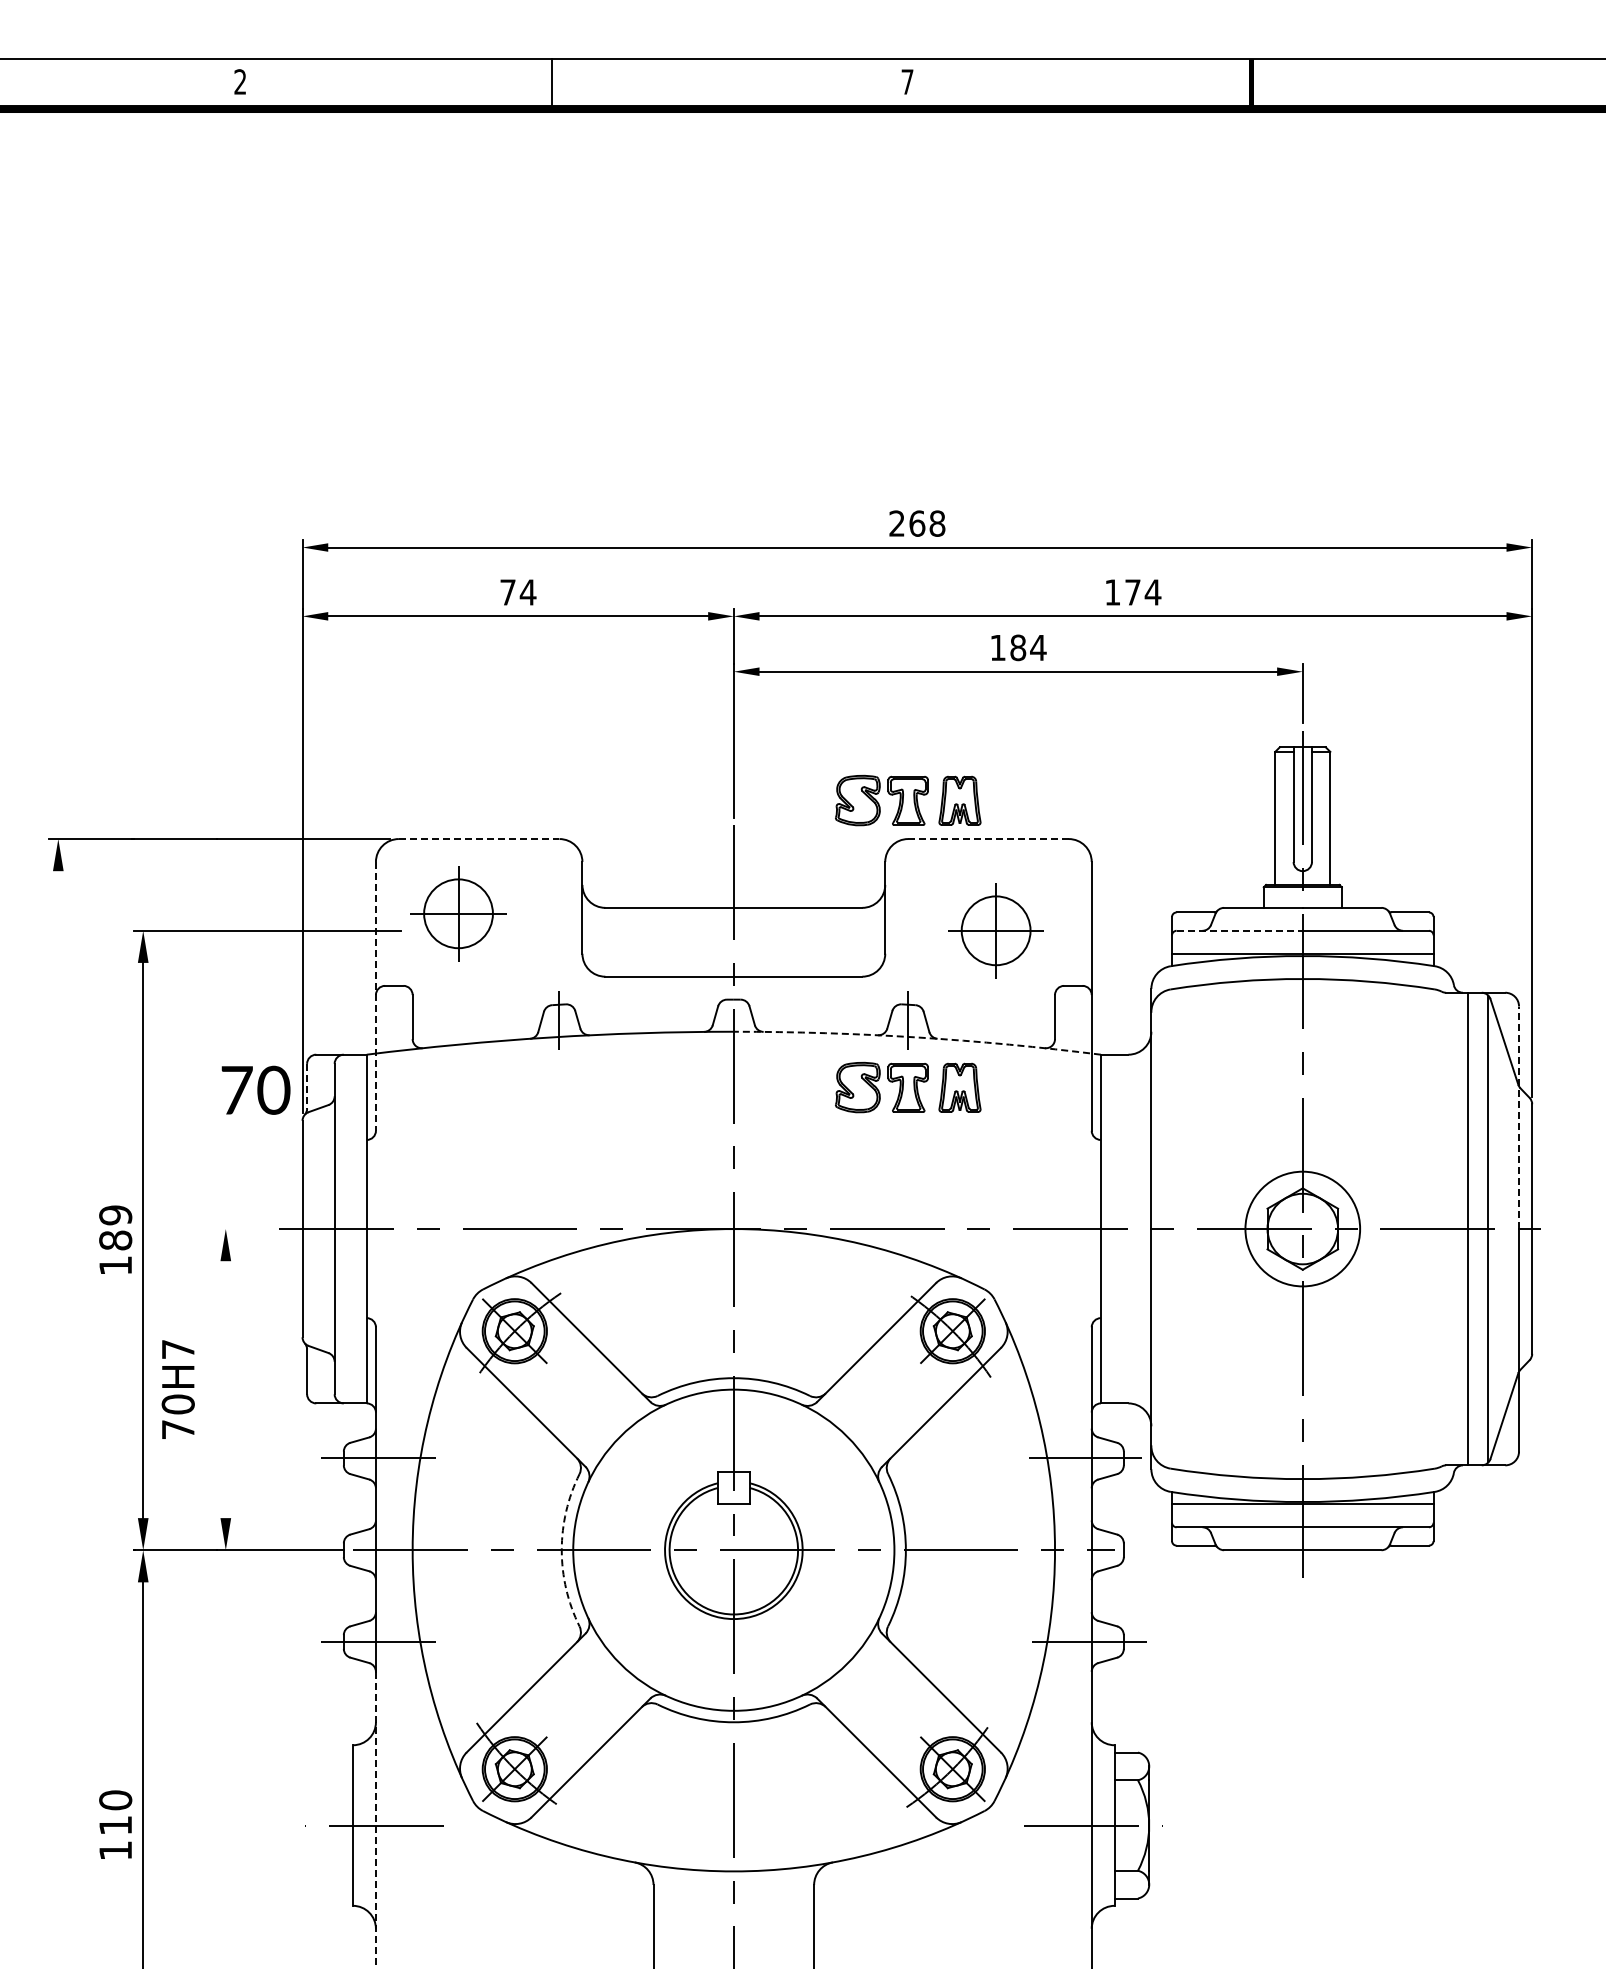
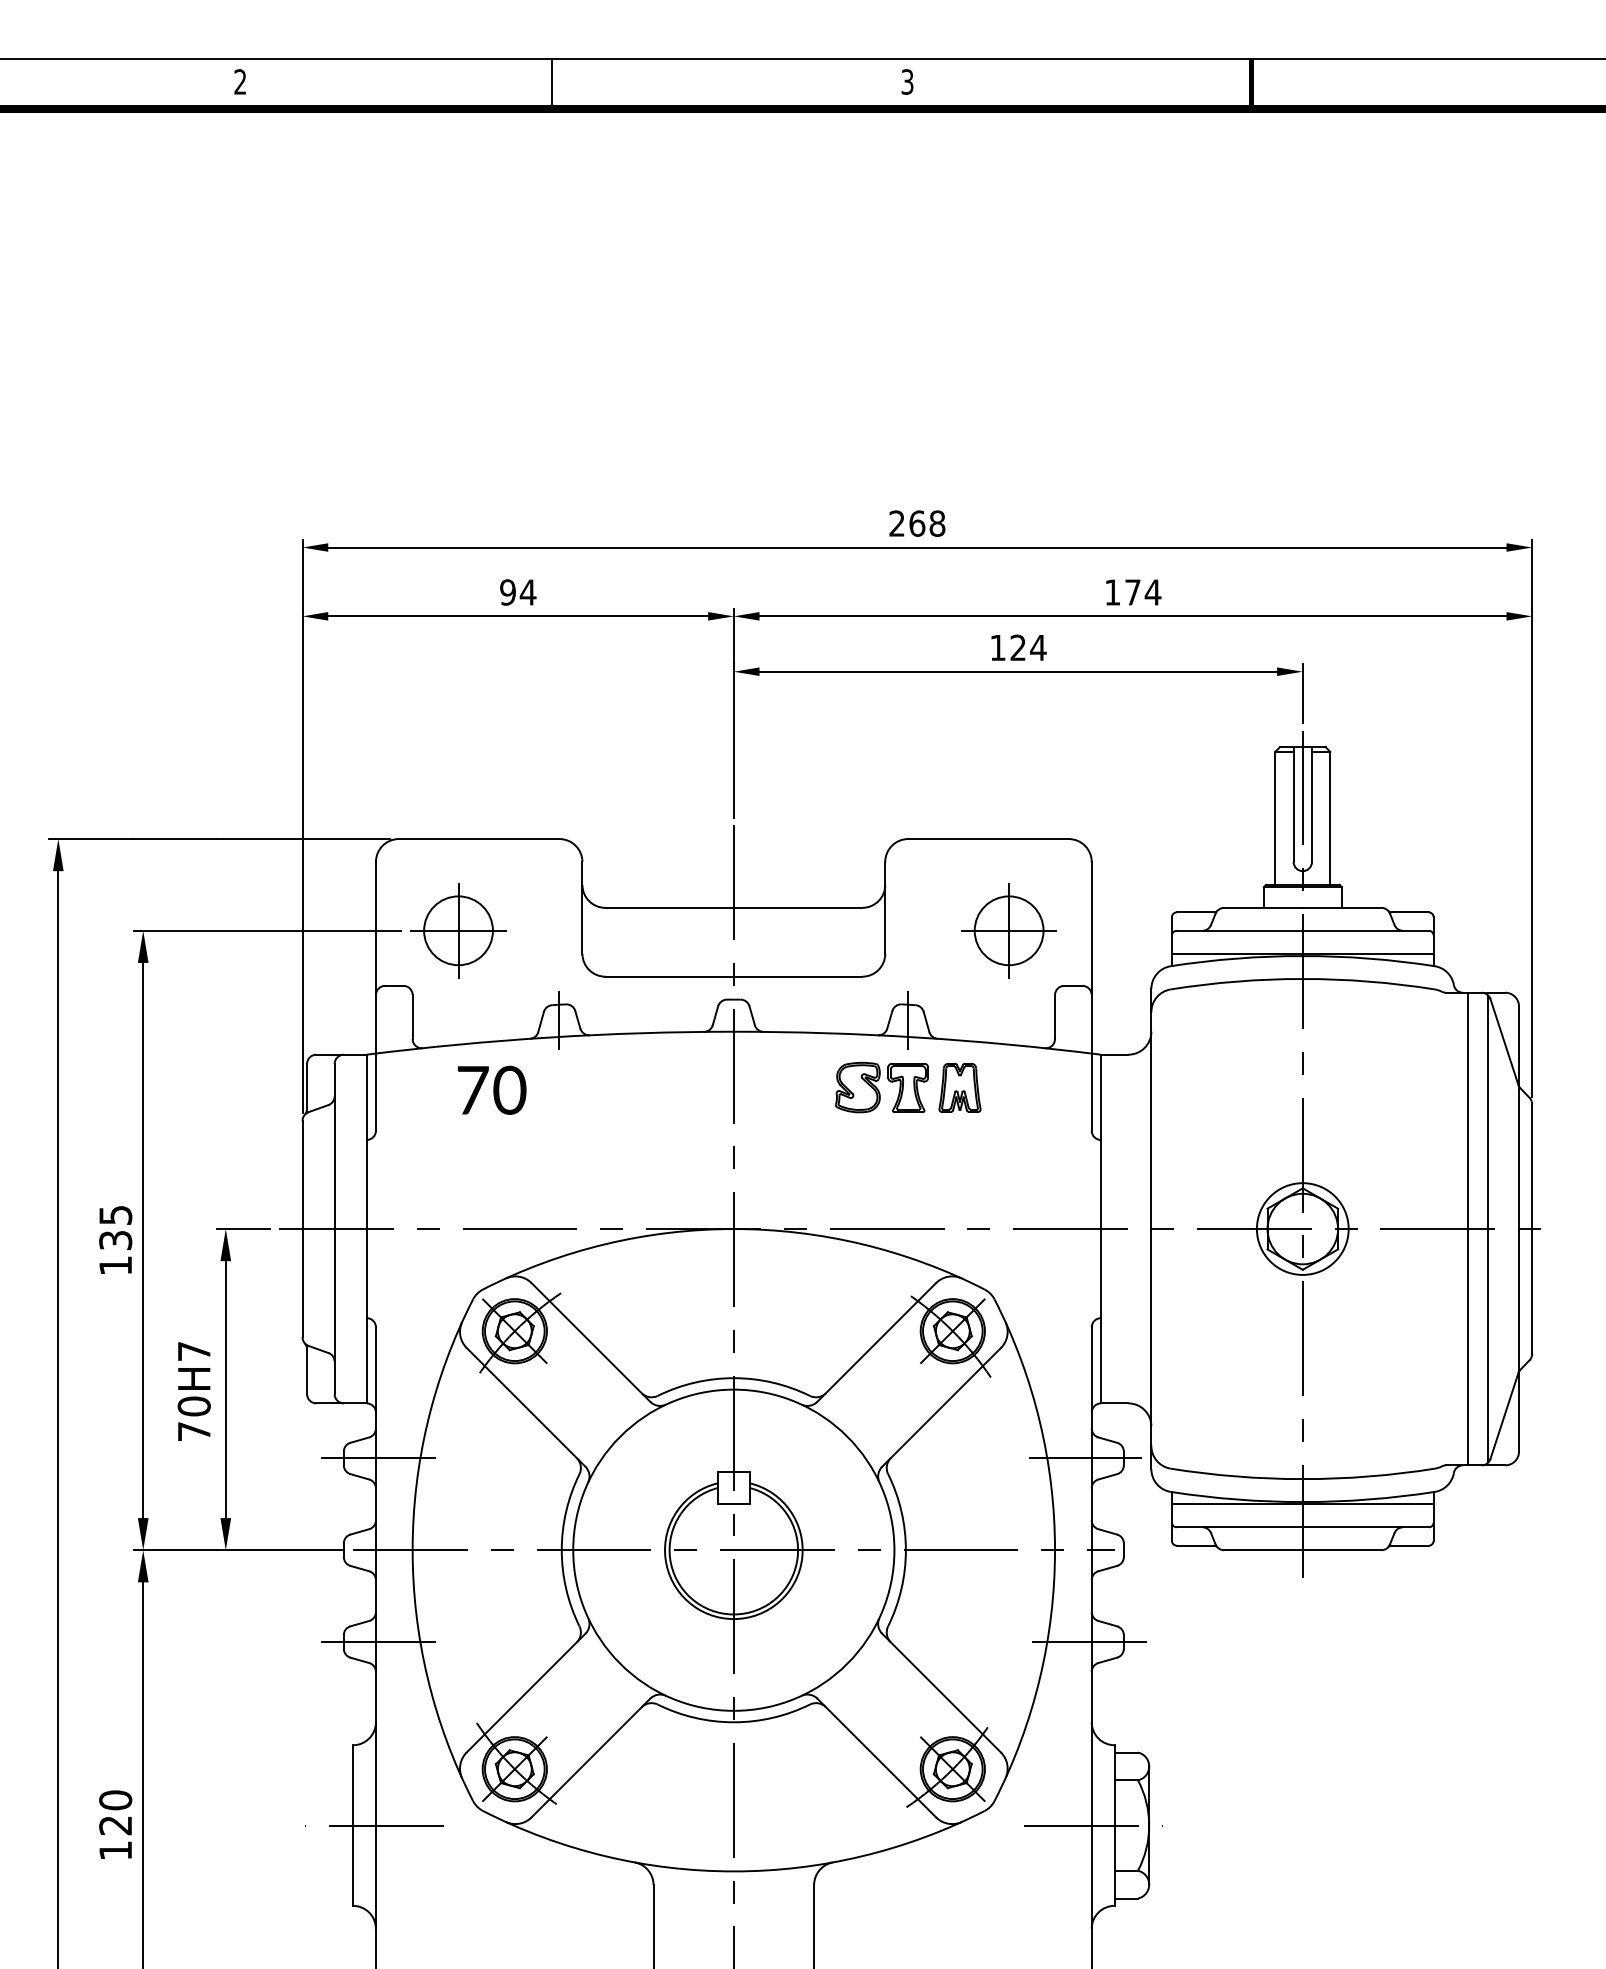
text at (907, 81): 7 -> 3
text at (507, 592): 74 -> 94
text at (1018, 647): 184 -> 124
part at (908, 800): present -> none
line at (479, 839): dashed -> solid
line at (987, 839): dashed -> solid
part at (458, 913) position: (458, 913) -> (458, 930)
part at (995, 930) position: (995, 930) -> (1008, 930)
line at (1240, 930): dashed -> solid
line at (375, 996): dashed -> solid
arc at (917, 1037): dashed -> solid
line at (307, 1086): dashed -> solid
text at (255, 1089) position: (255, 1089) -> (491, 1089)
line at (1519, 1117): dashed -> solid
text at (115, 1227): 189 -> 135
circle at (1302, 1228) diameter: 115 px -> 92 px
line at (243, 1229): none -> present
text at (177, 1389) position: (177, 1389) -> (193, 1391)
line at (225, 1389): none -> present
line at (58, 1418): none -> present
arc at (561, 1550): dashed -> solid
line at (375, 1820): dashed -> solid
text at (115, 1825): 110 -> 120
